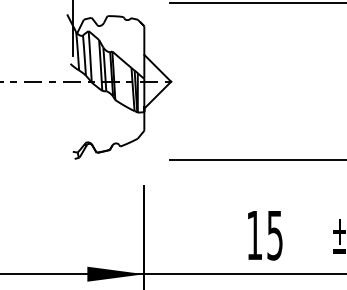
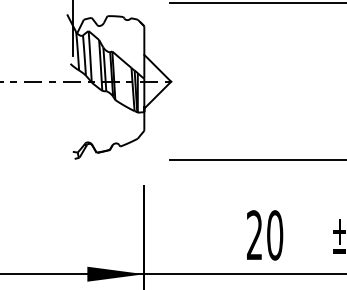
text at (265, 235): 15 -> 20
